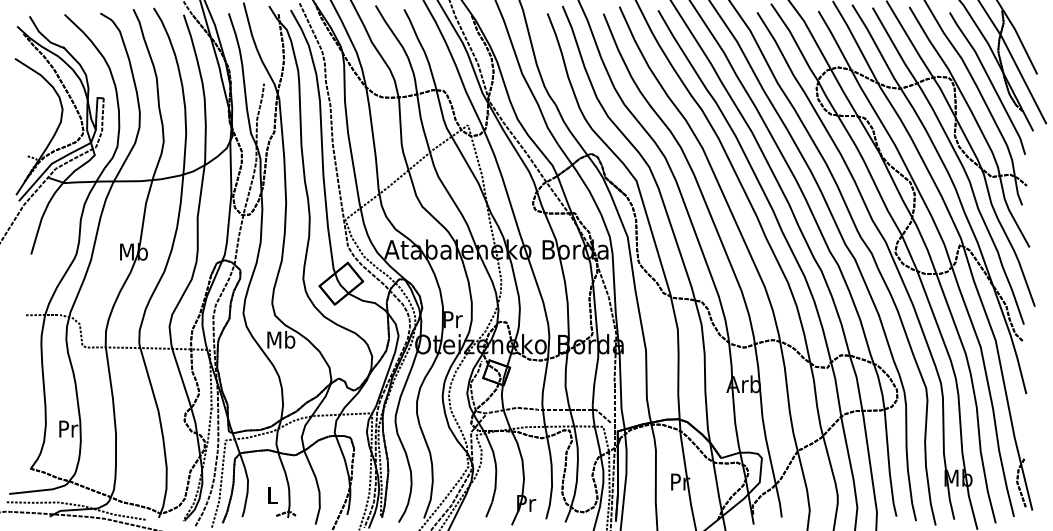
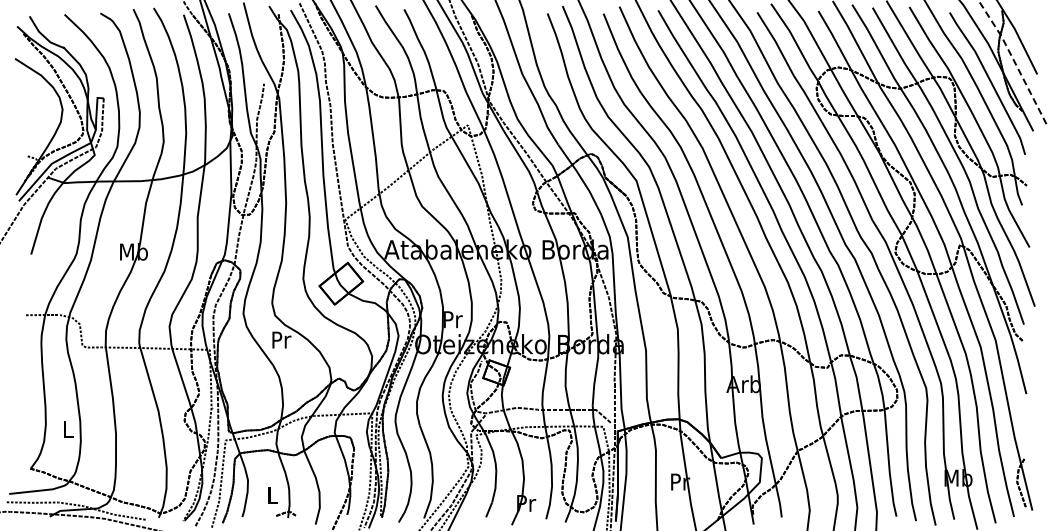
line at (1014, 61): solid -> dashed
text at (281, 339): Mb -> Pr
text at (68, 428): Pr -> L
